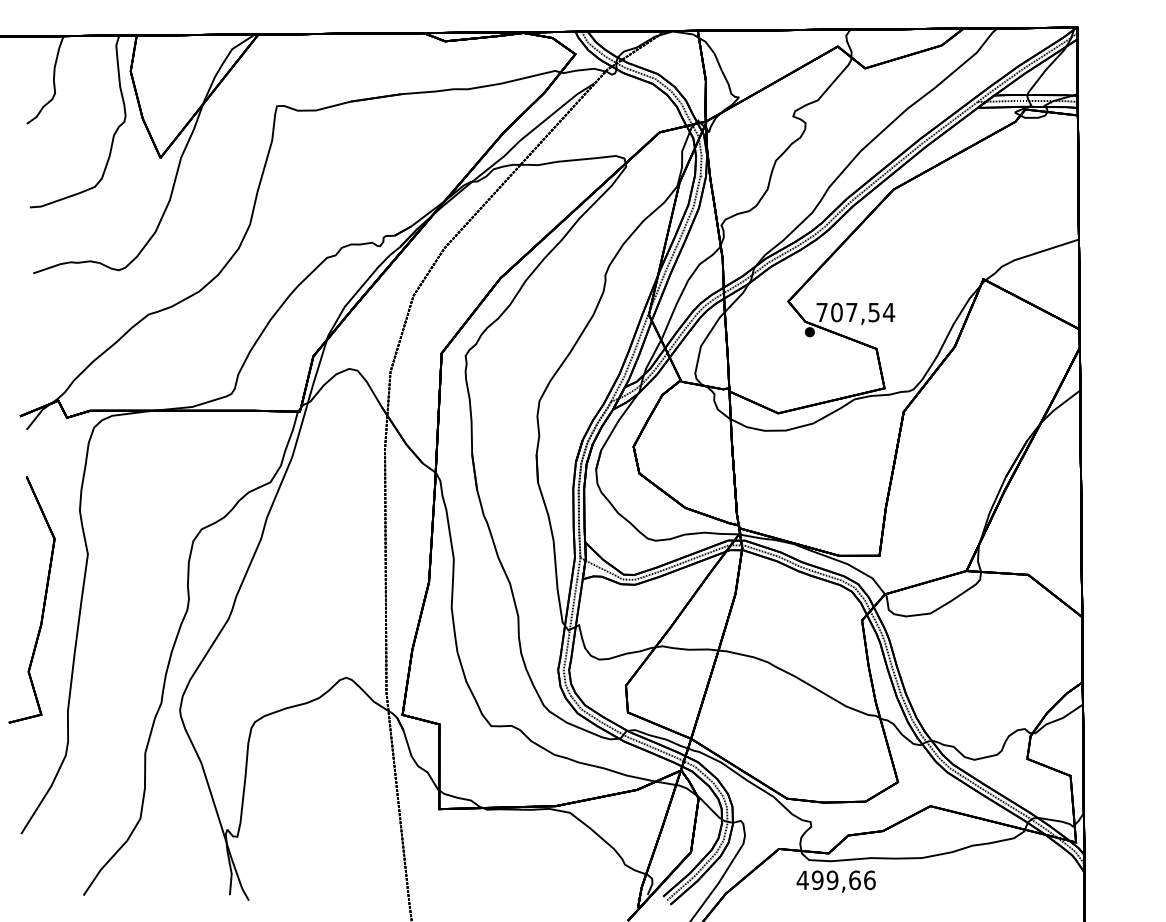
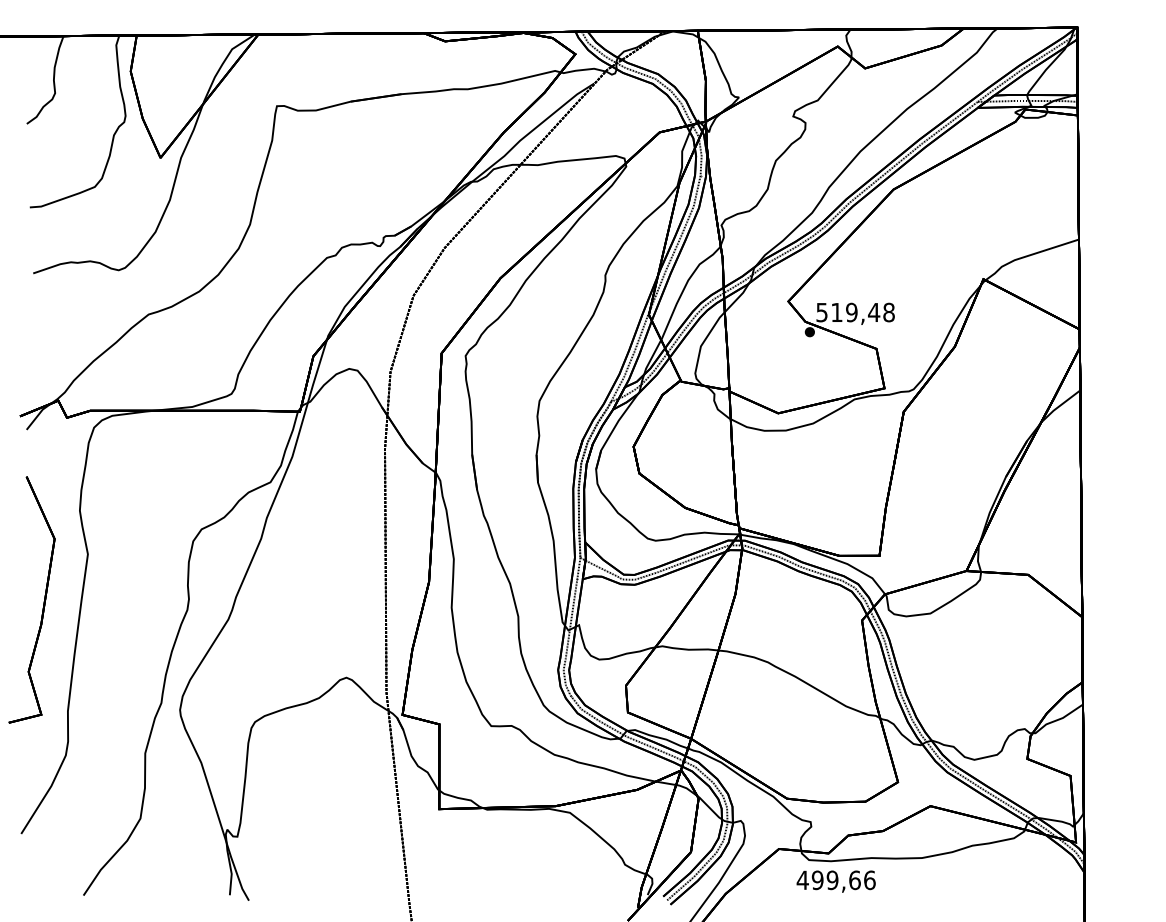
text at (855, 312): 707,54 -> 519,48
